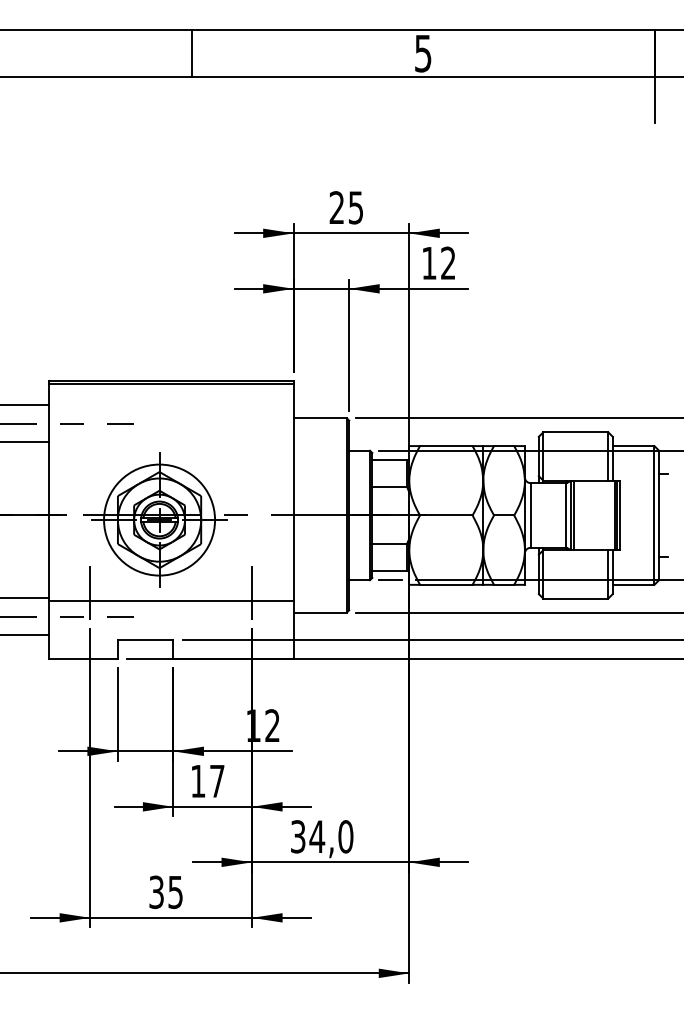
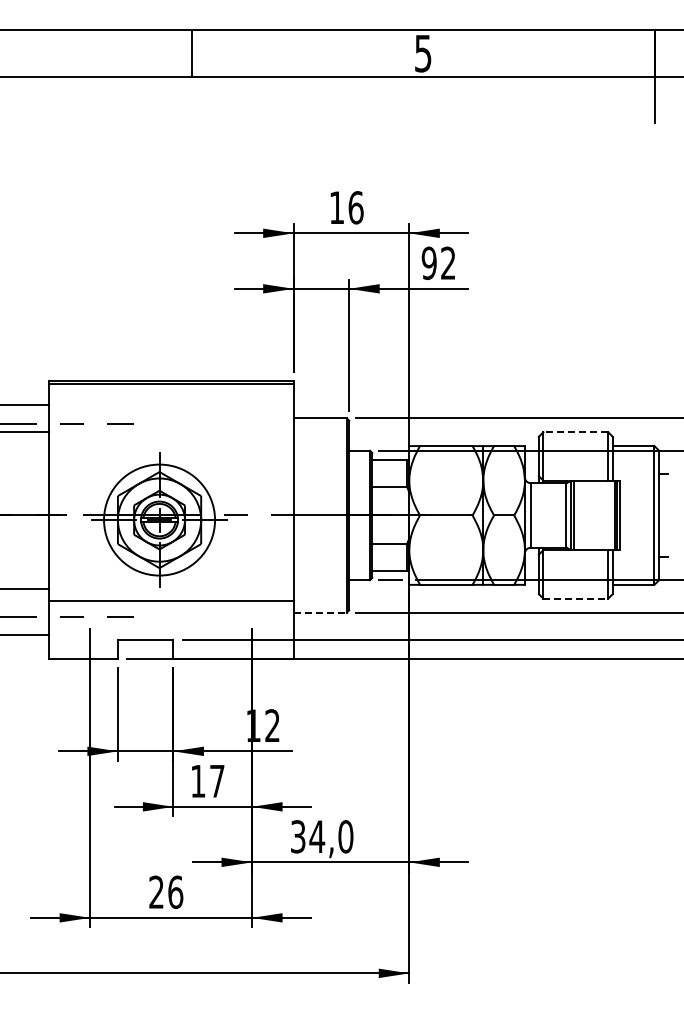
text at (346, 207): 25 -> 16
text at (428, 262): 12 -> 92
line at (575, 432): solid -> dashed
line at (25, 442) position: (25, 442) -> (25, 432)
line at (90, 592): present -> none
line at (252, 592): present -> none
line at (25, 598) position: (25, 598) -> (25, 589)
line at (576, 598): solid -> dashed
line at (320, 612): solid -> dashed
text at (166, 892): 35 -> 26
